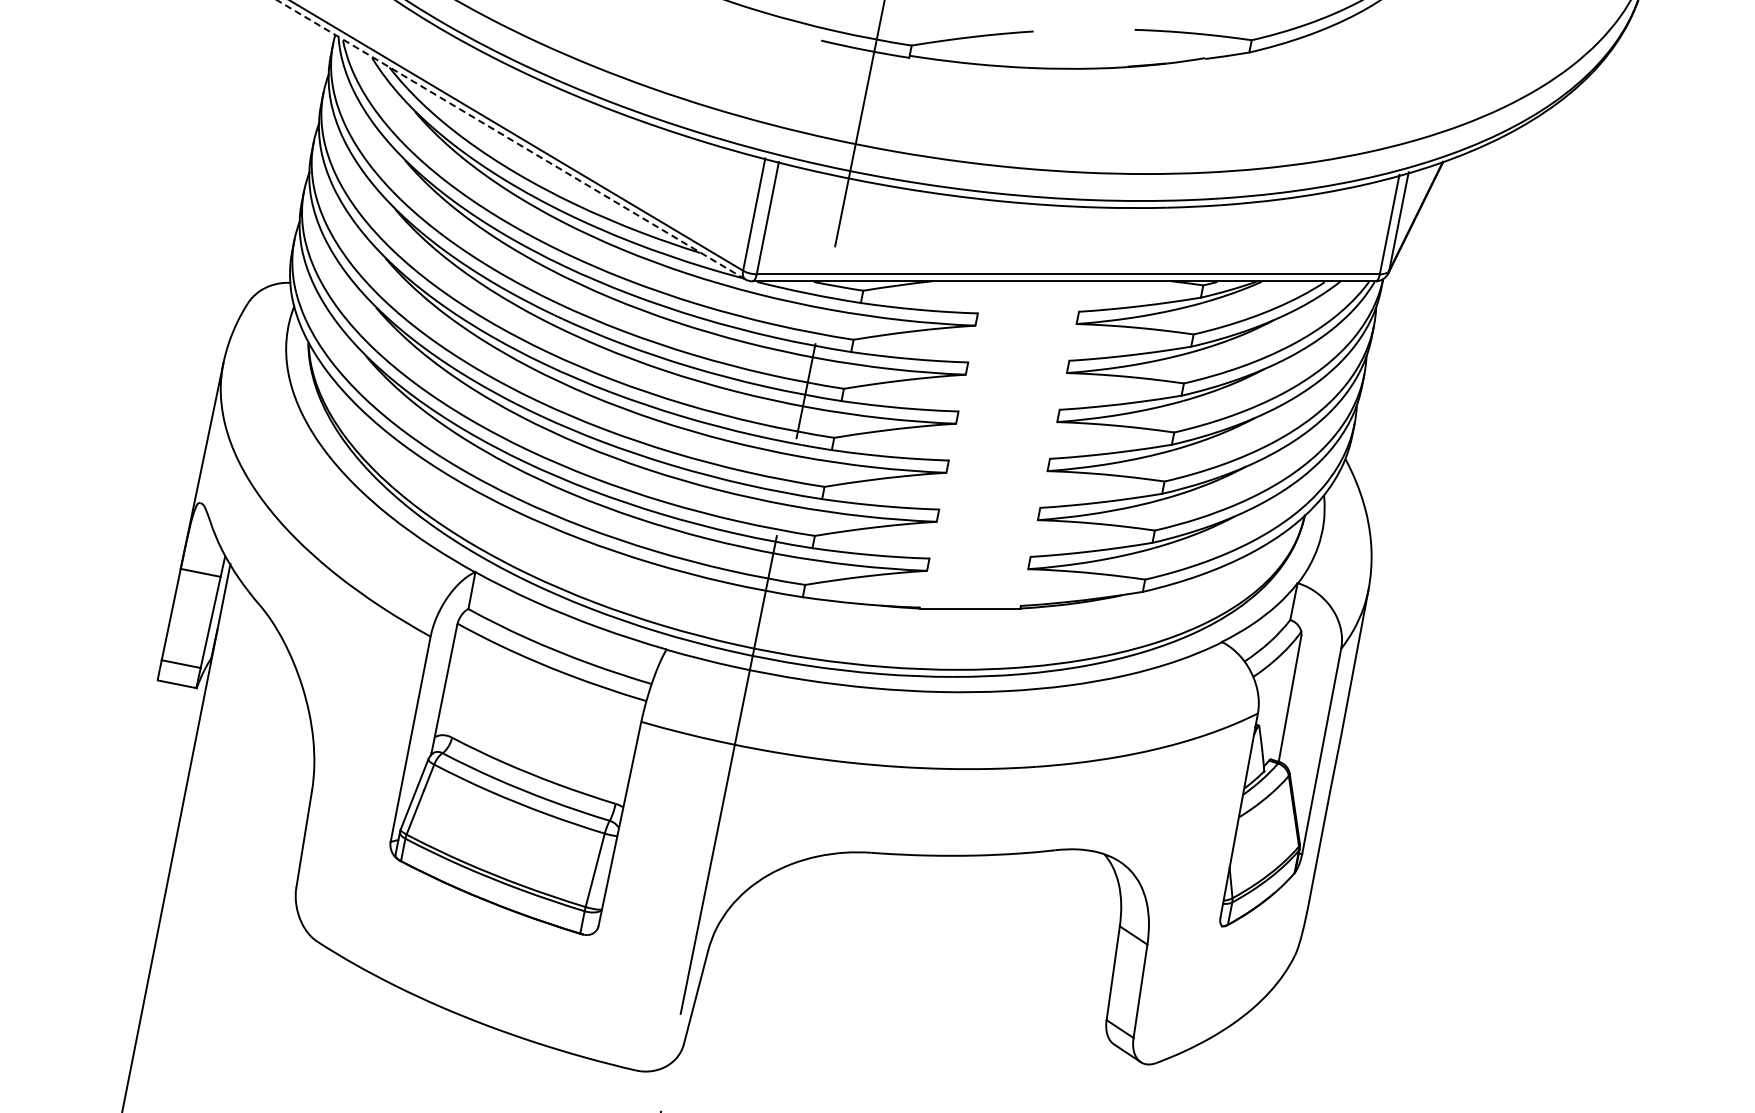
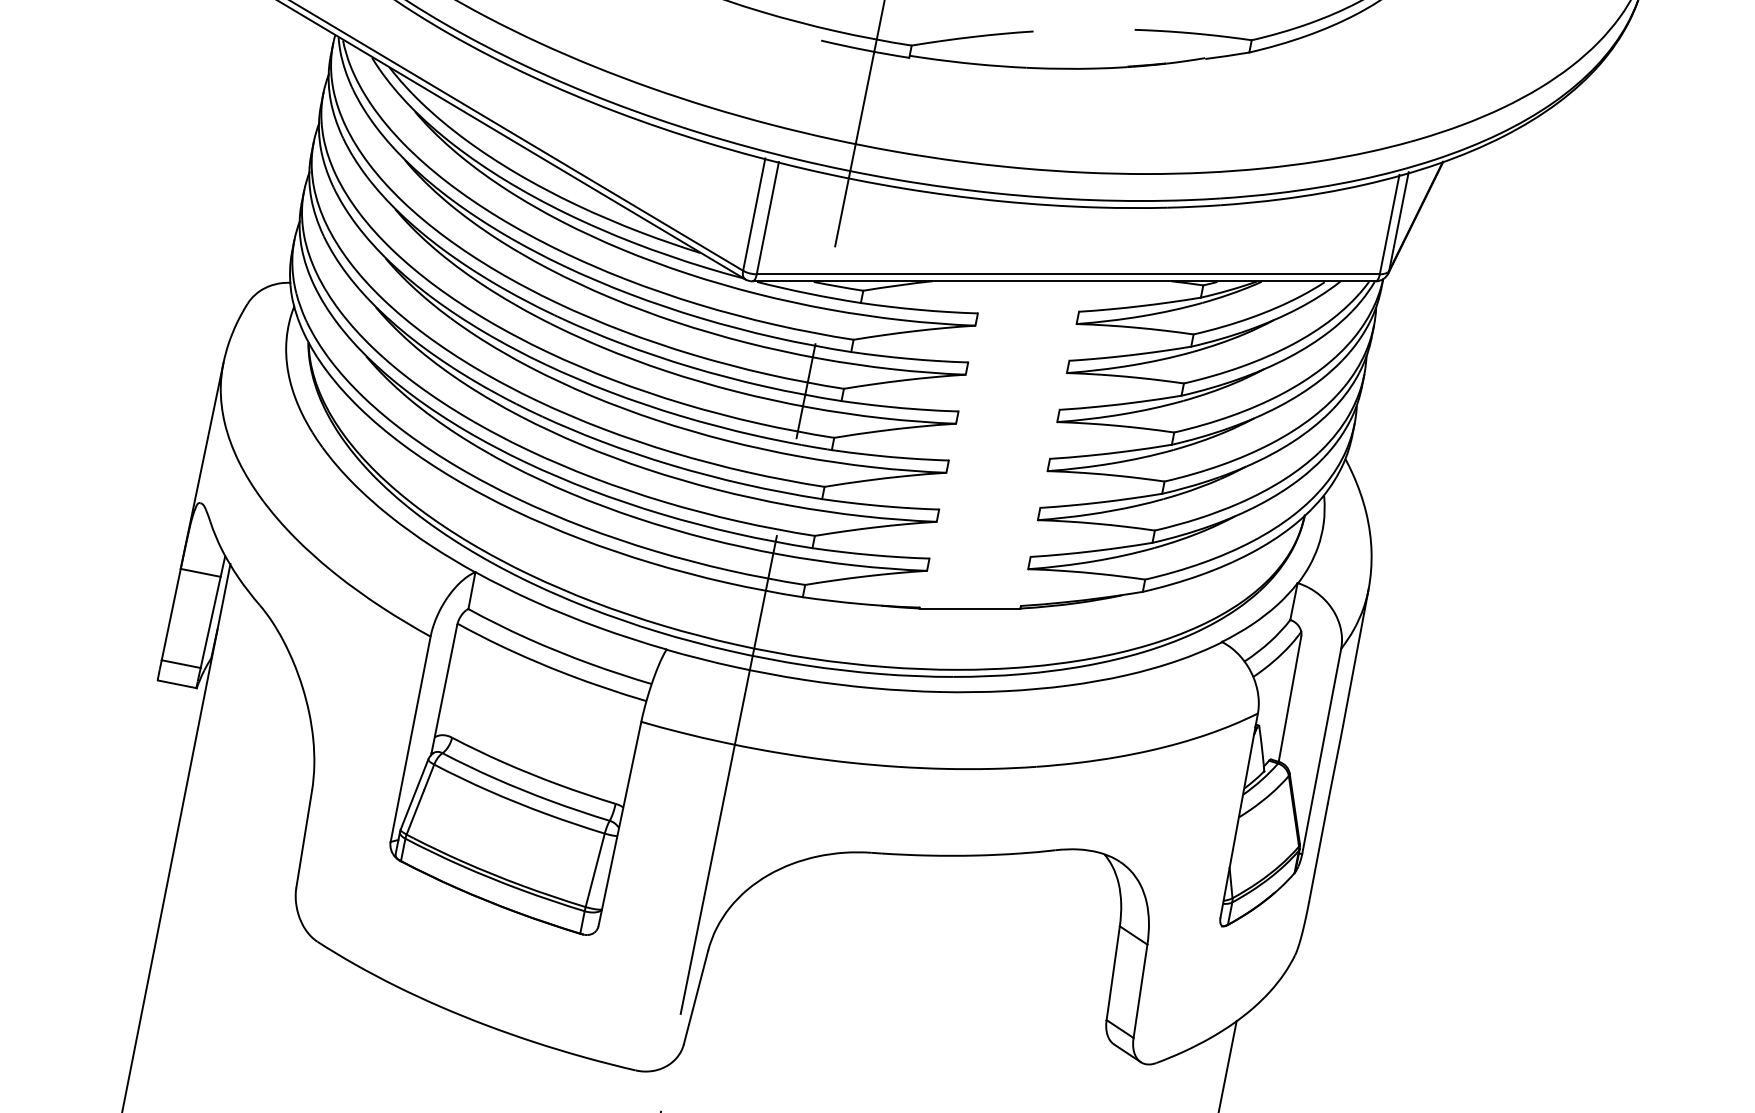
line at (510, 139): dashed -> solid
line at (1227, 1064): none -> present
